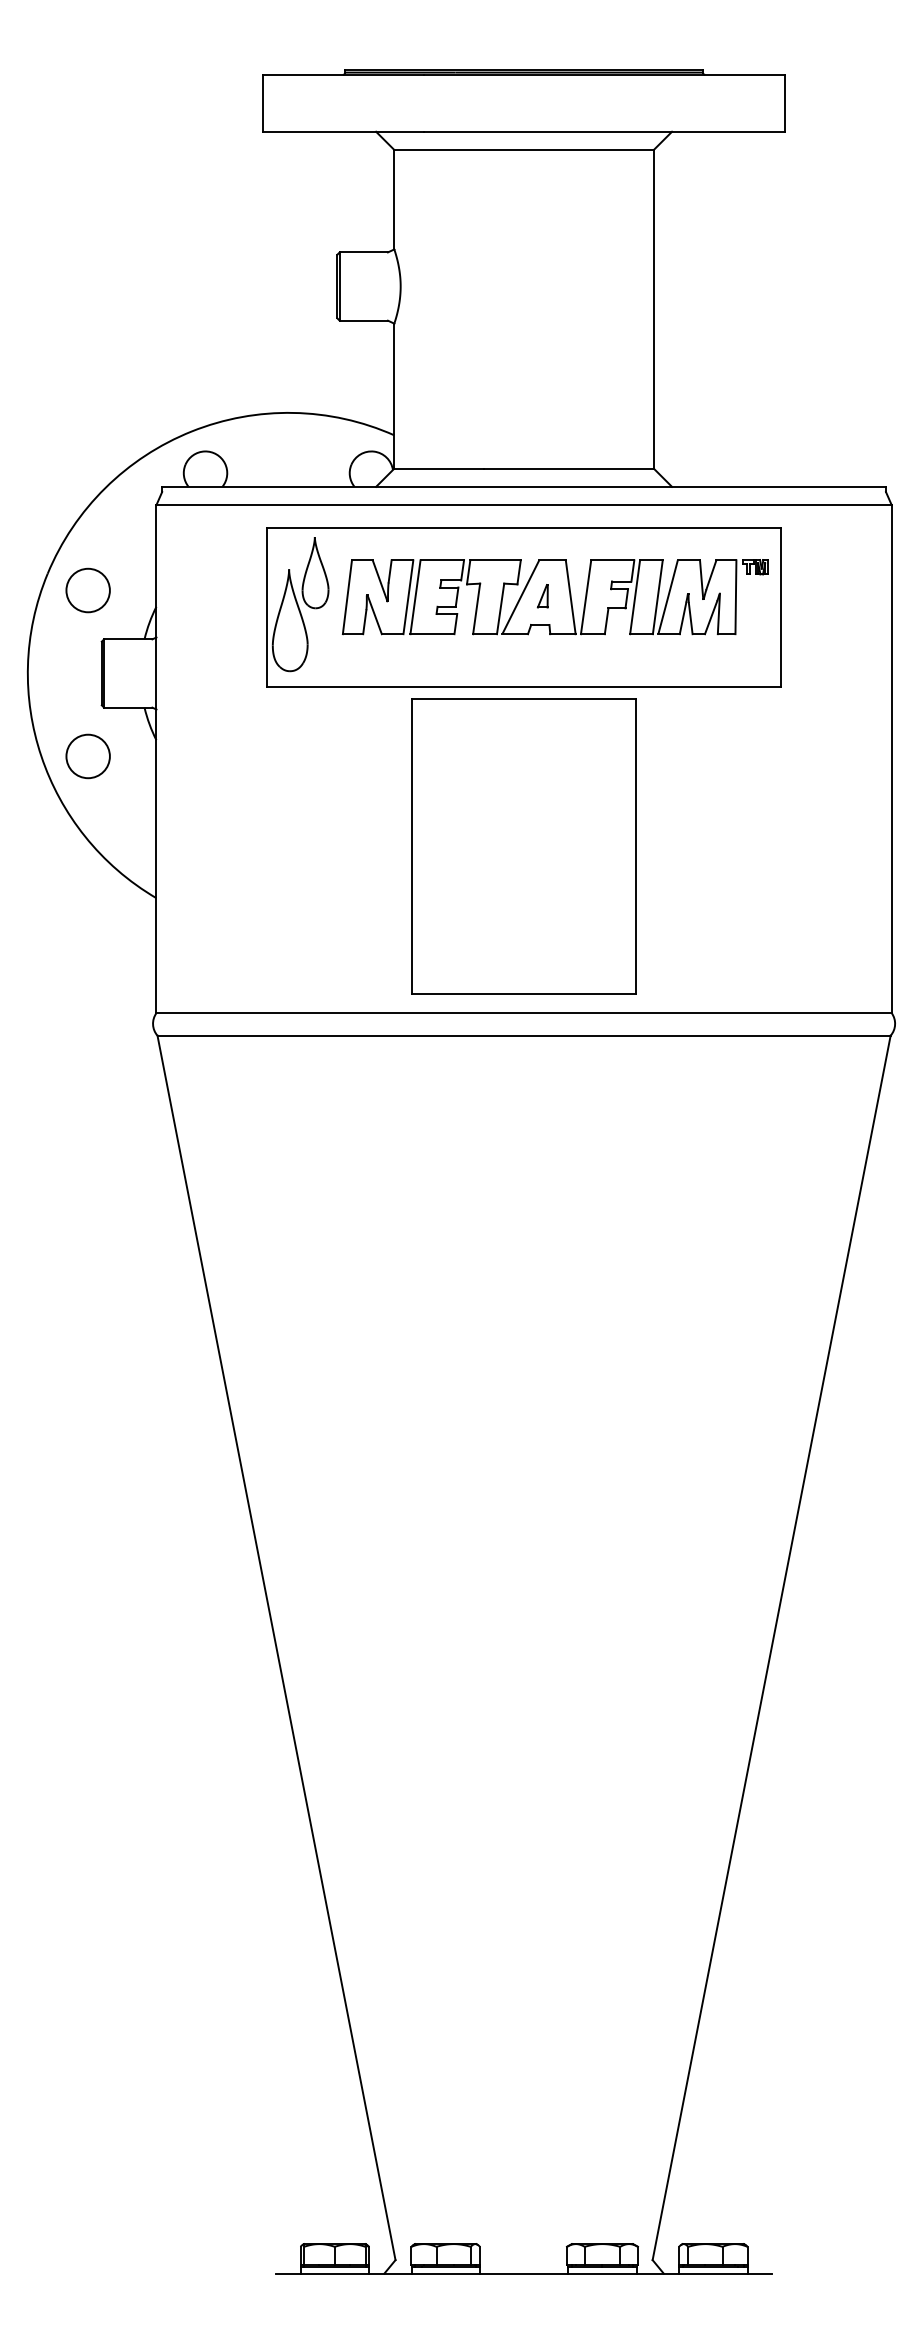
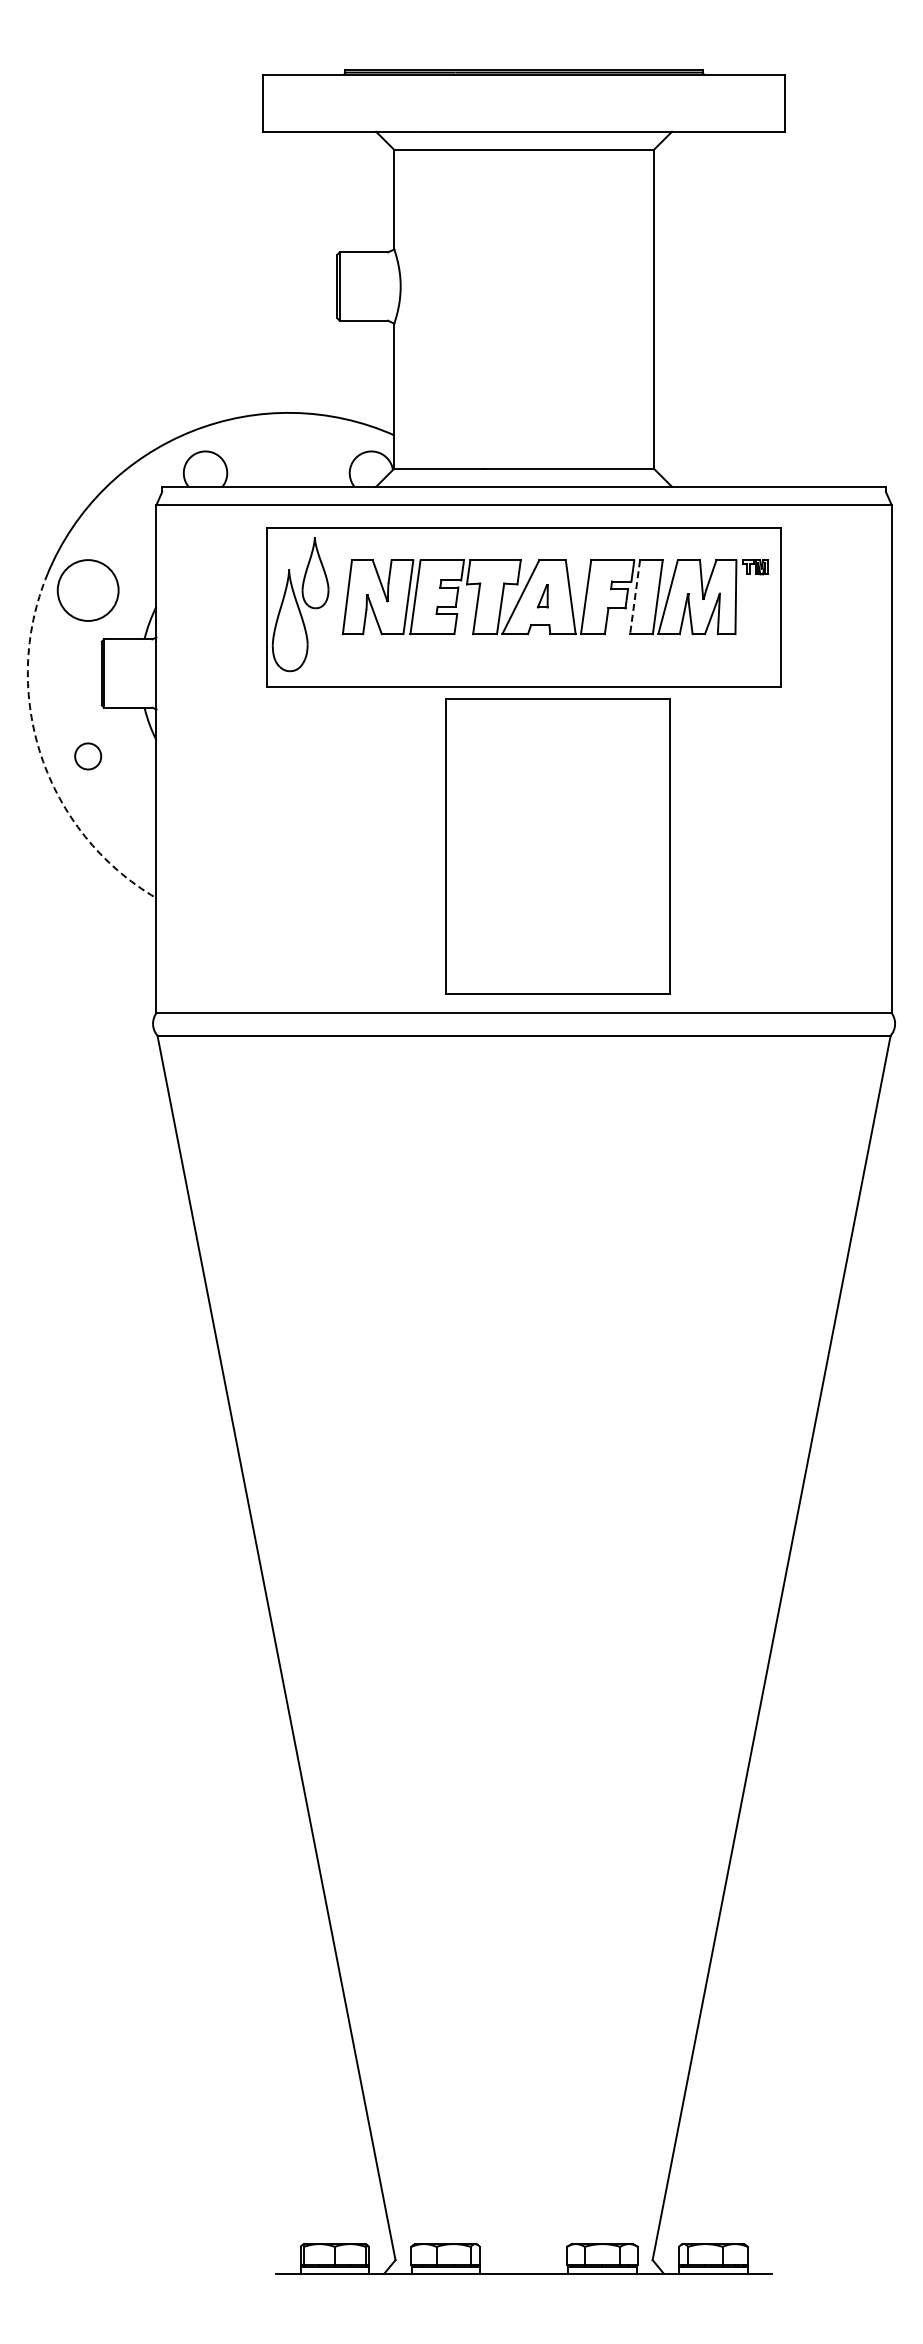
circle at (87, 590) diameter: 43 px -> 61 px
line at (635, 597): solid -> dashed
arc at (41, 756): solid -> dashed
circle at (87, 756) diameter: 43 px -> 26 px
part at (523, 846) position: (523, 846) -> (557, 846)
